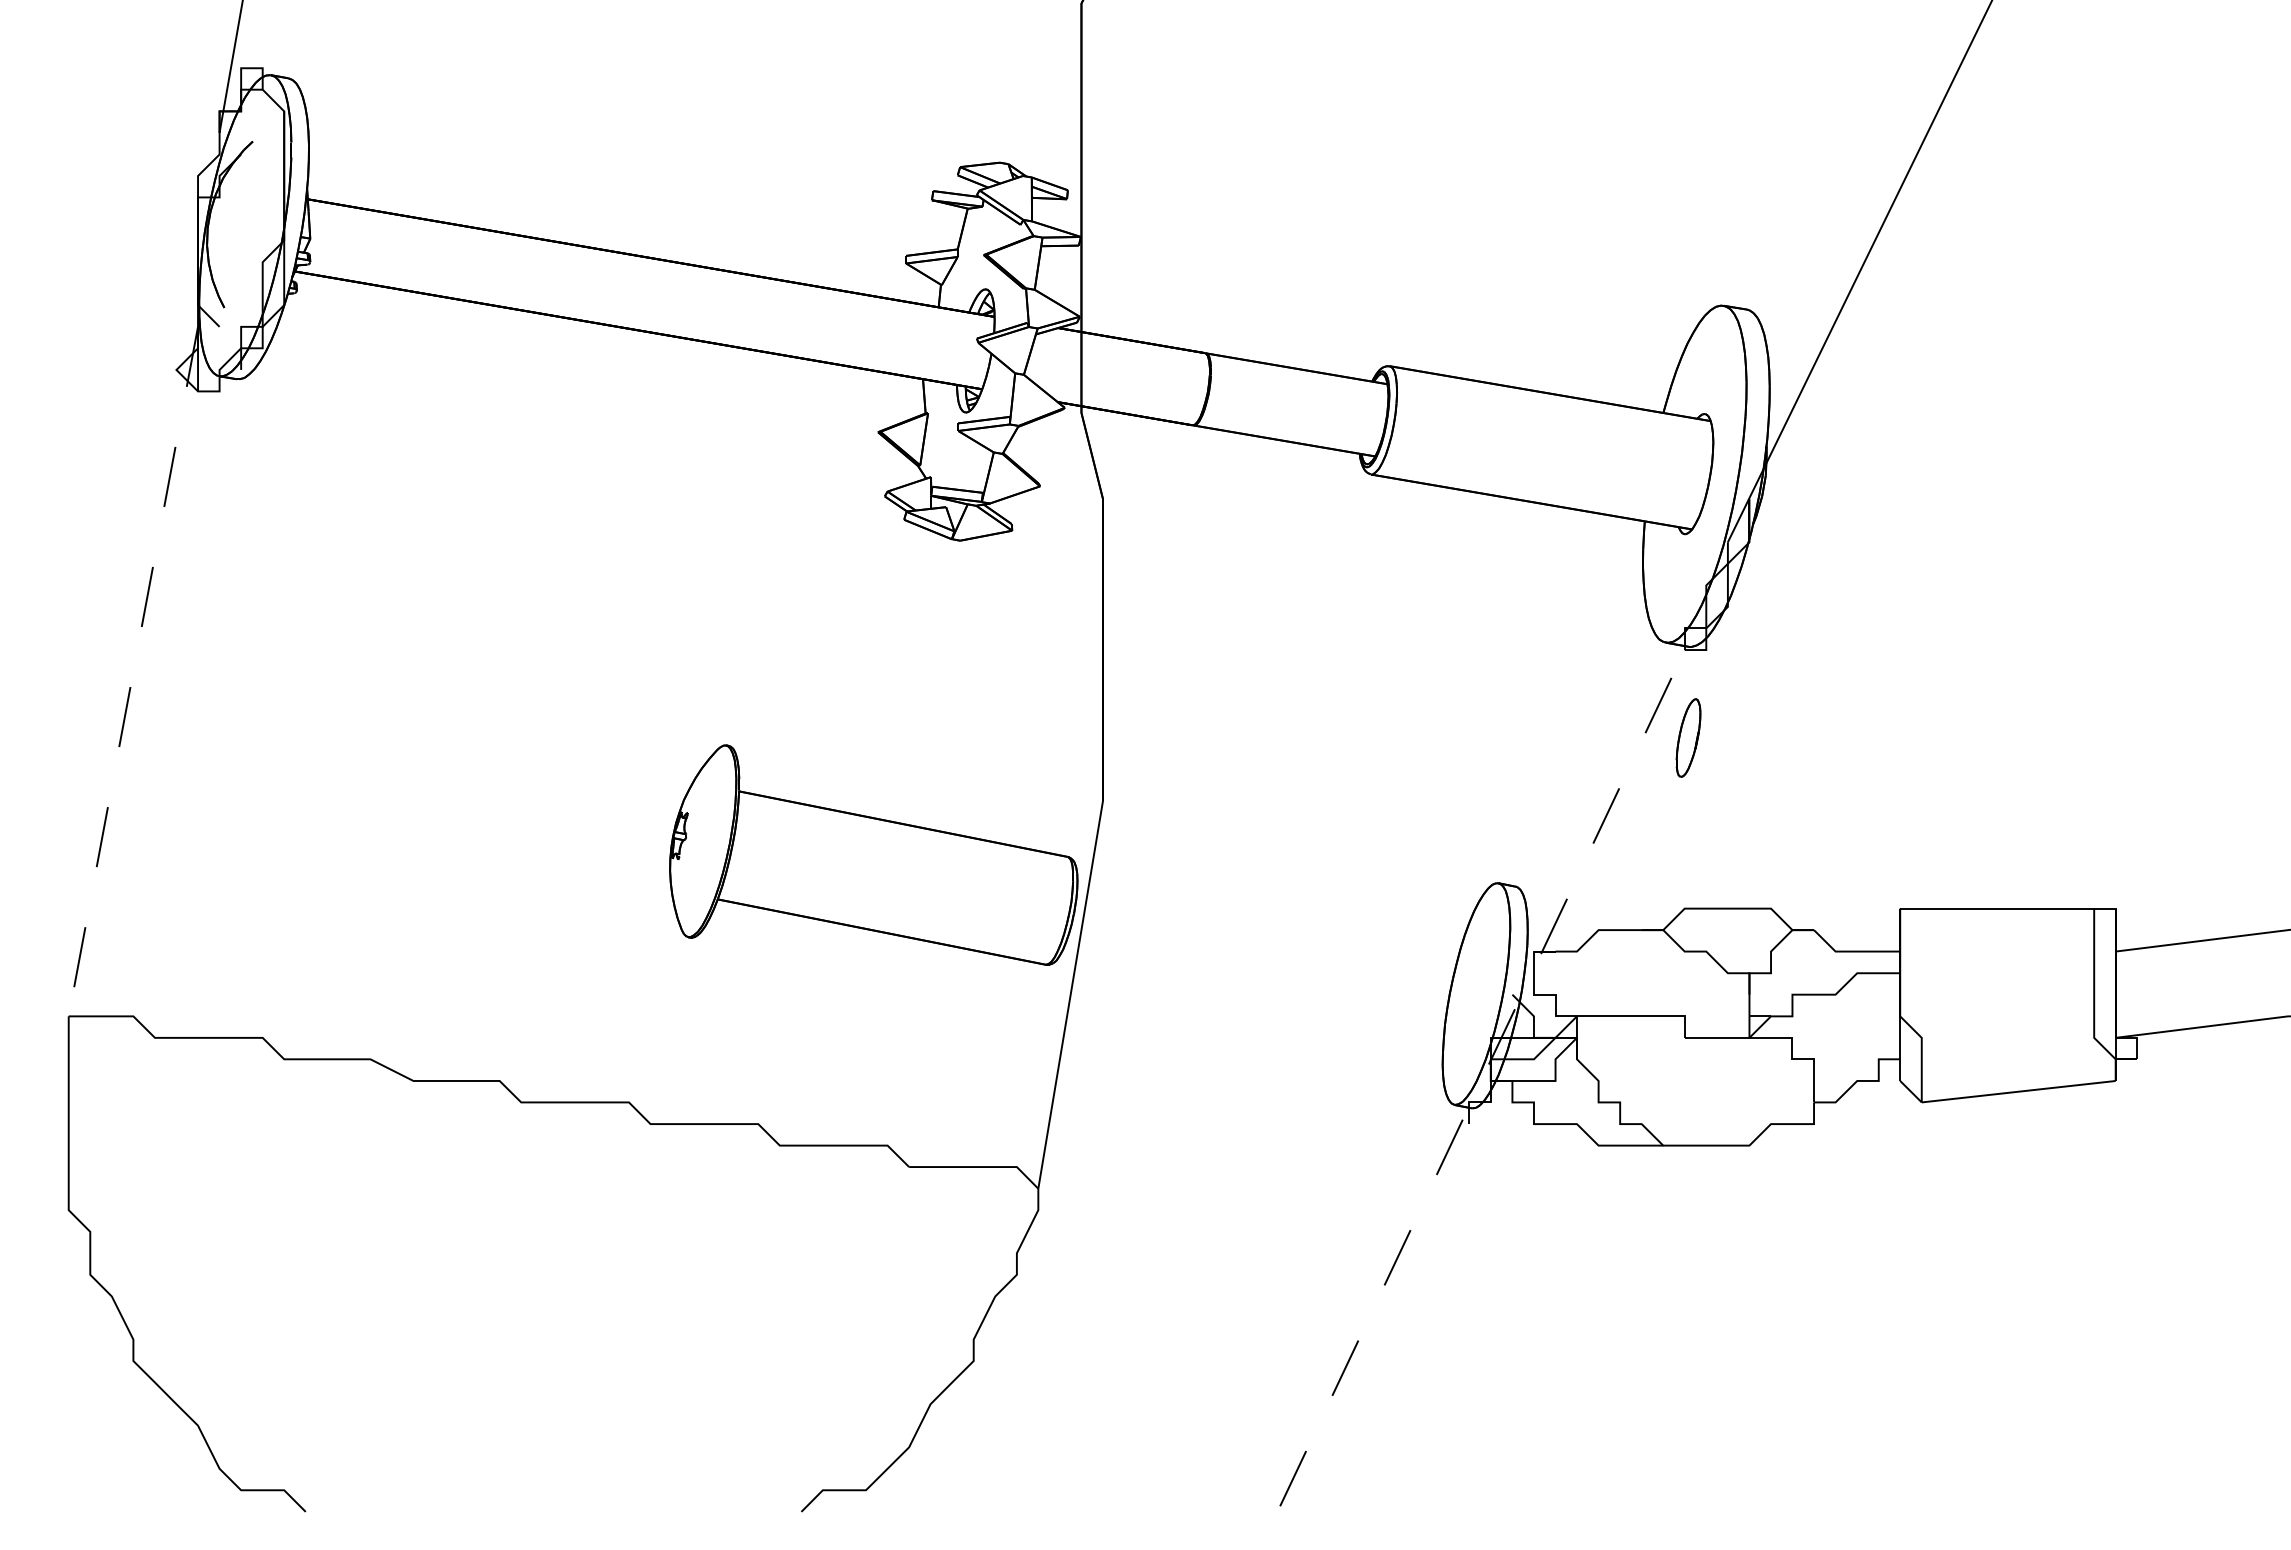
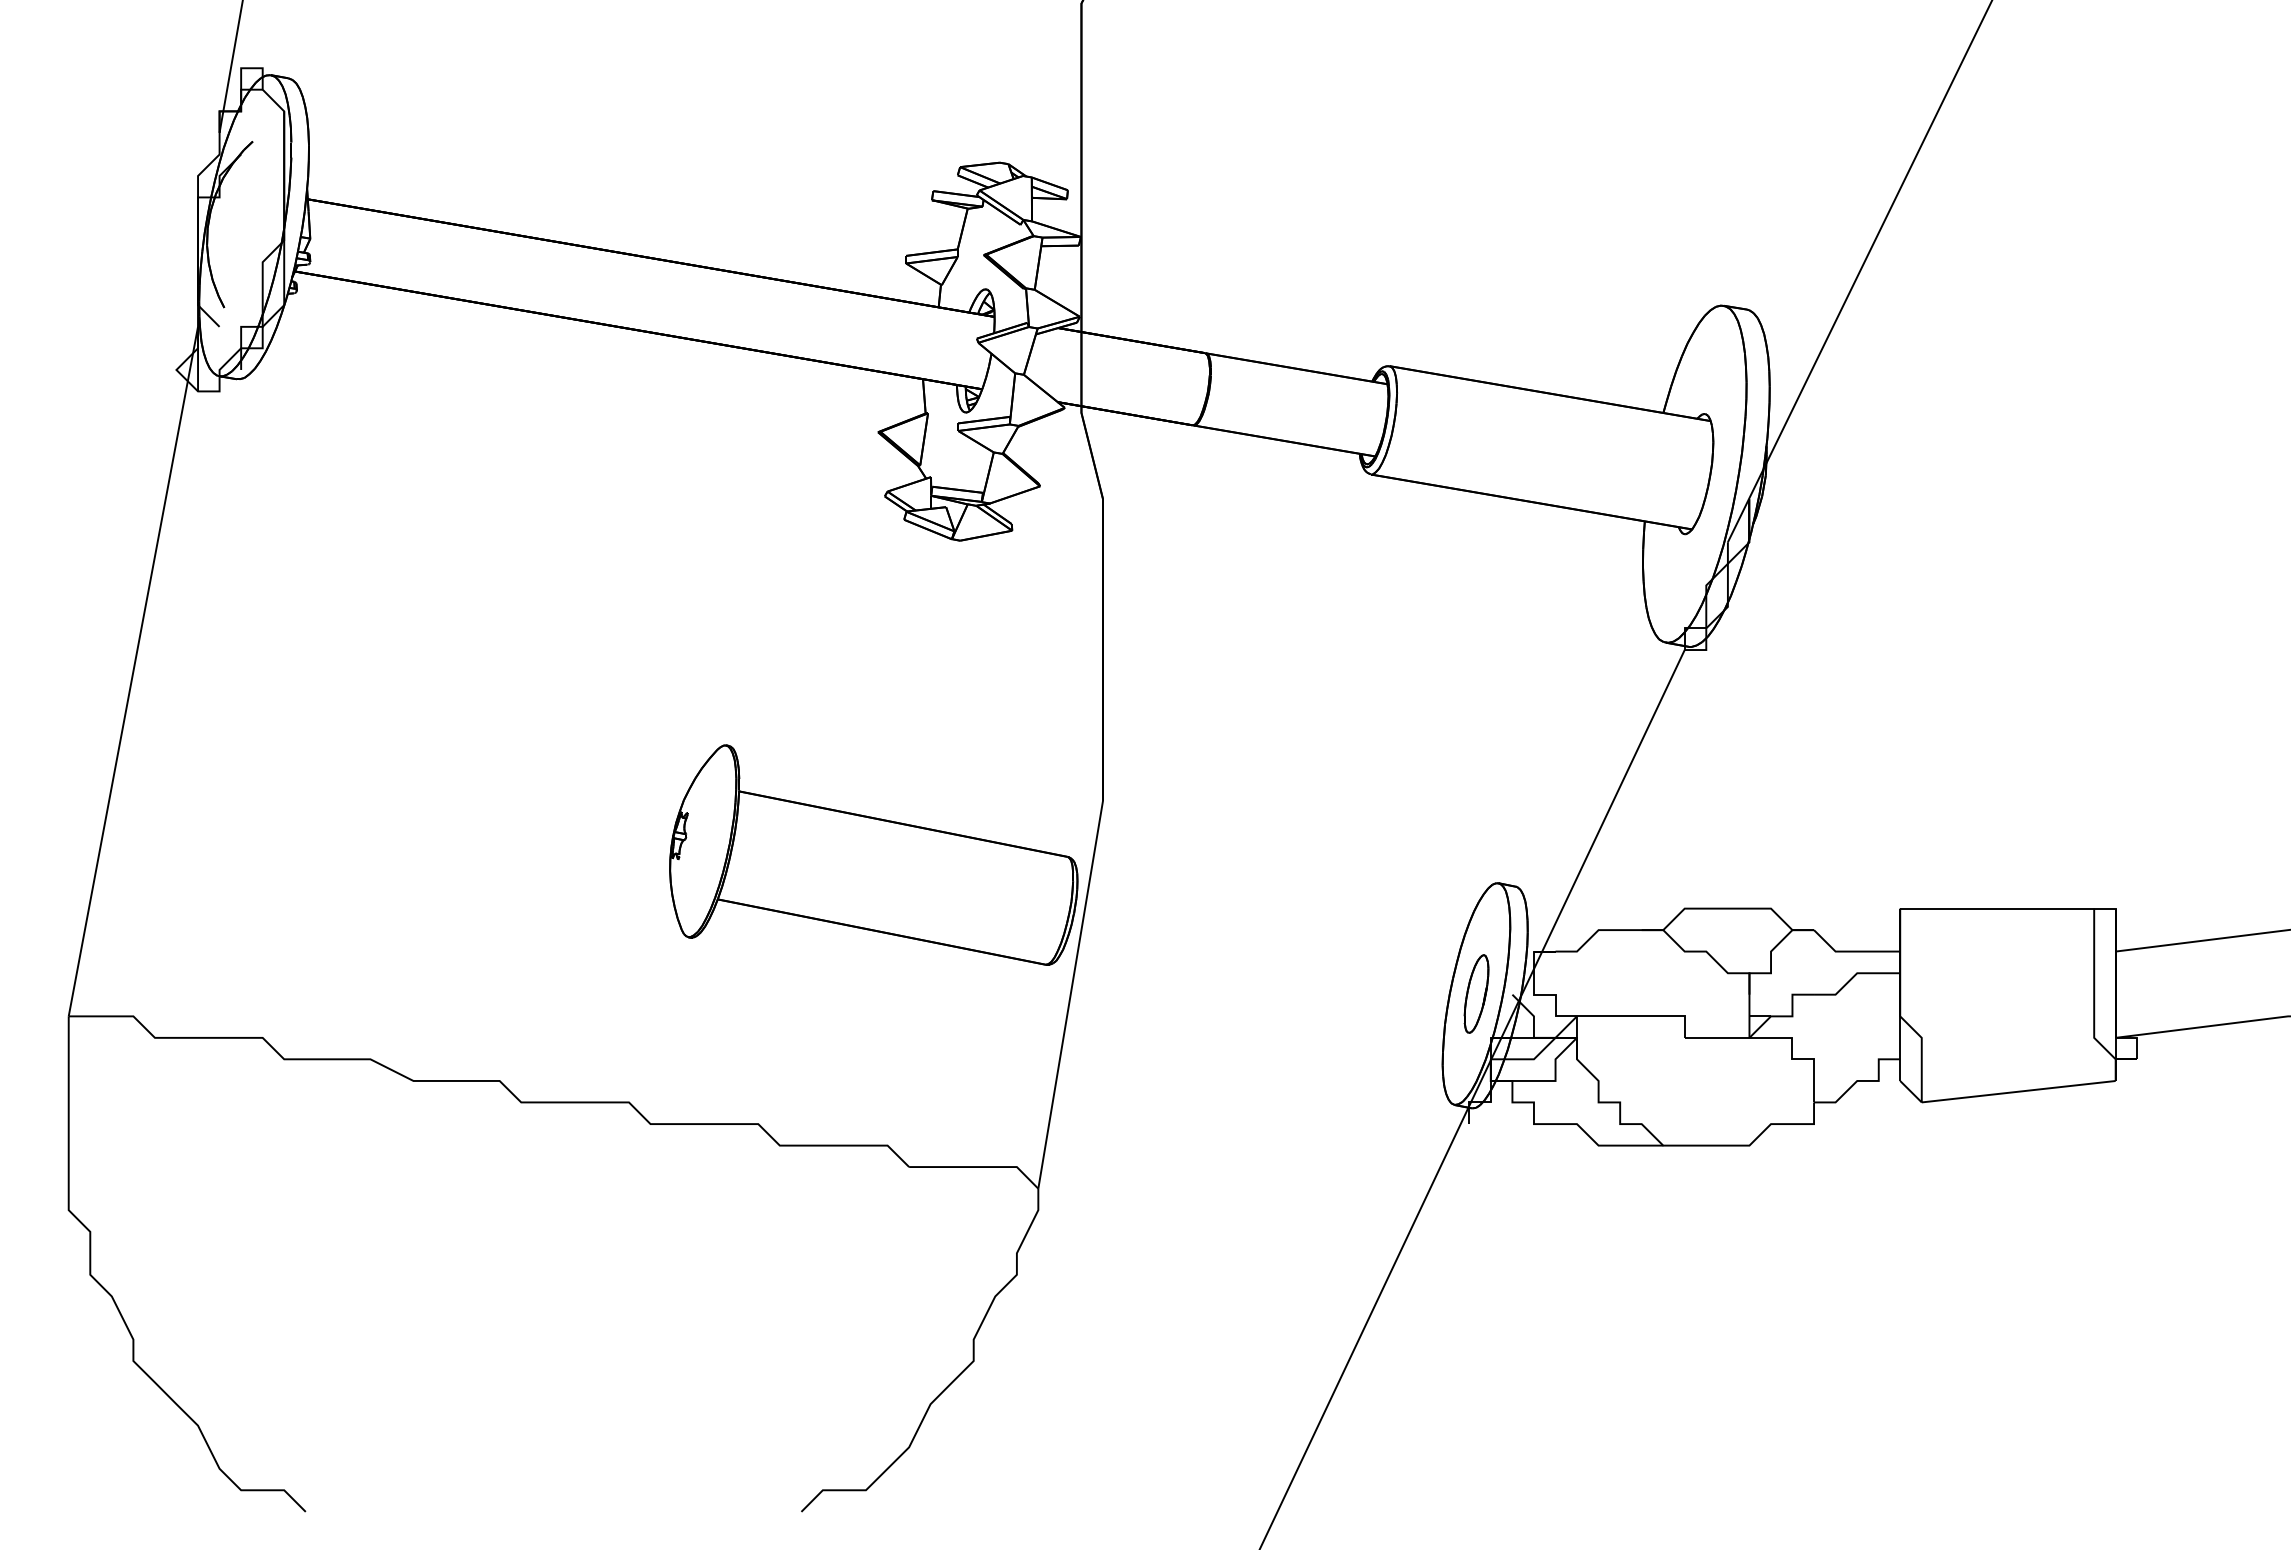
line at (133, 671): dashed -> solid
part at (1688, 737) position: (1688, 737) -> (1476, 993)
line at (1472, 1099): dashed -> solid
